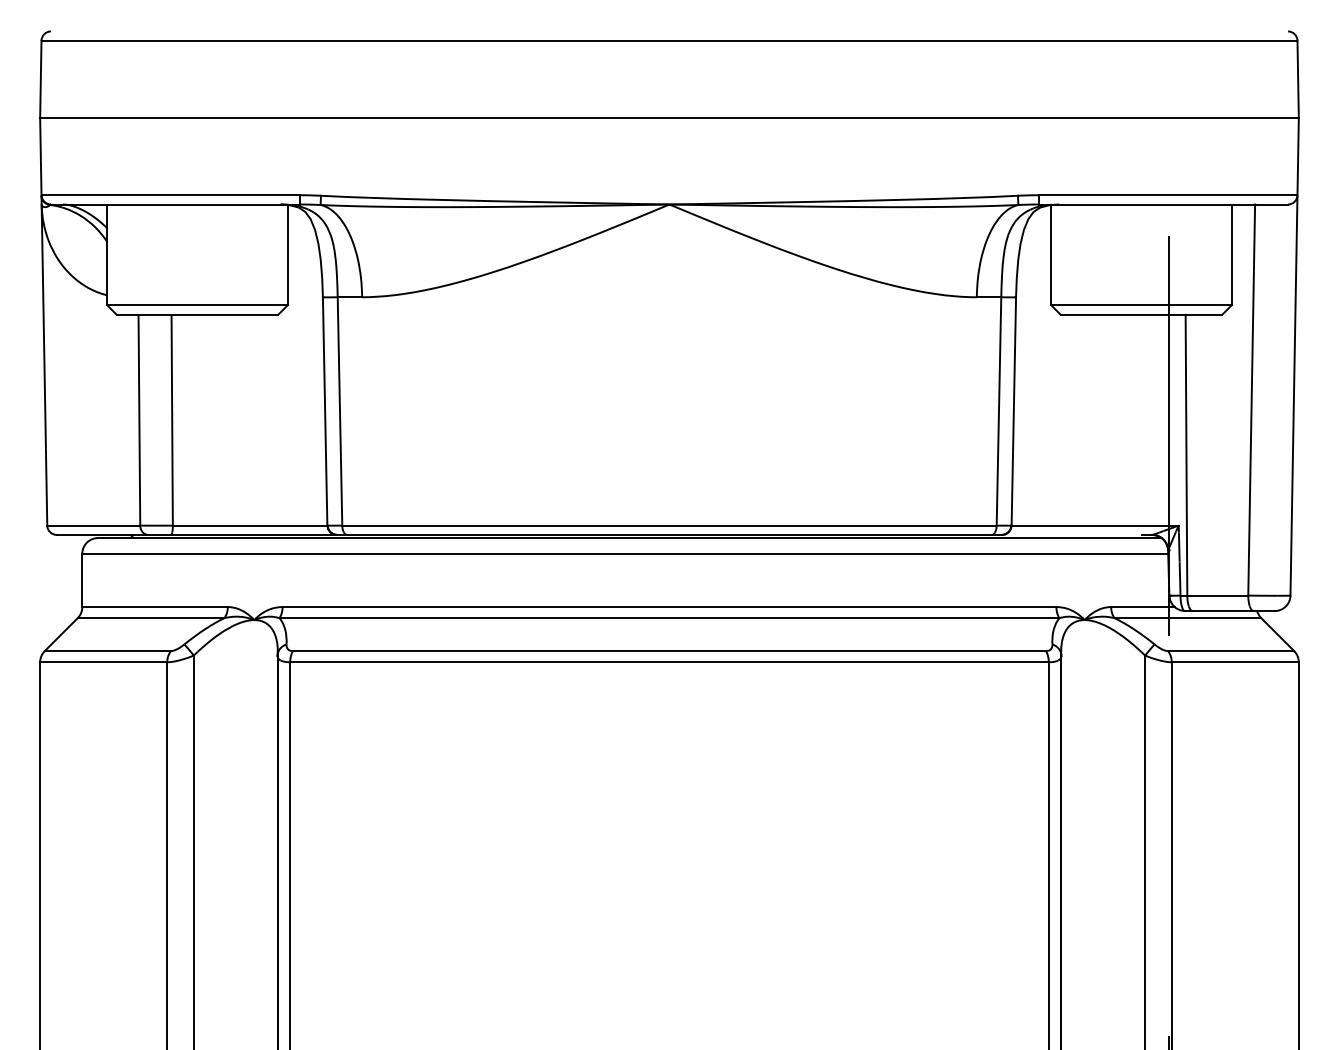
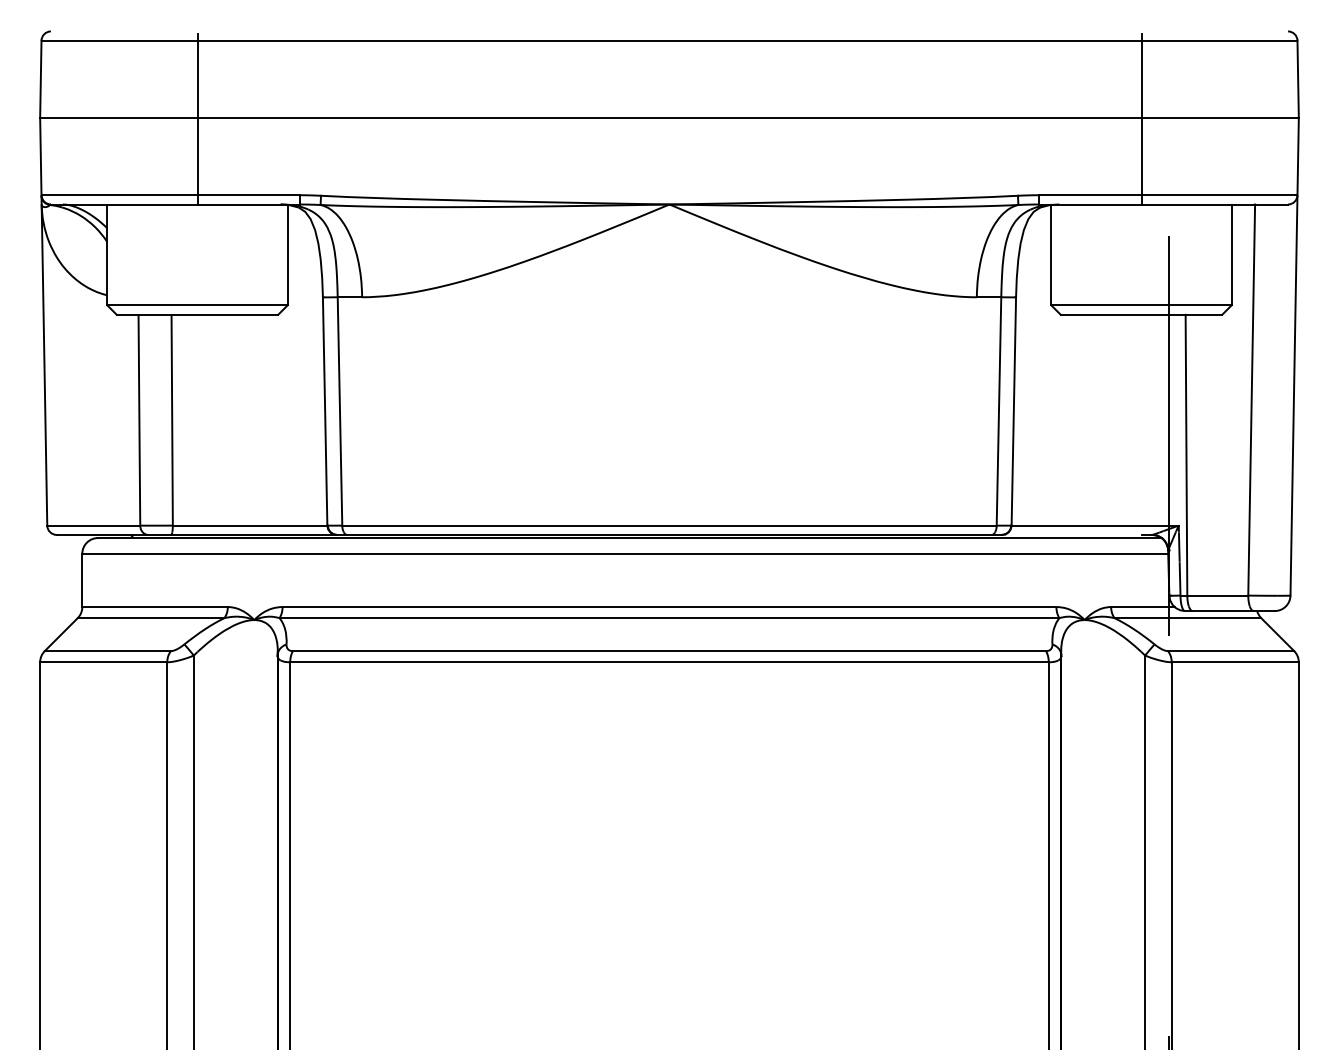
line at (197, 119): none -> present
line at (1141, 119): none -> present
